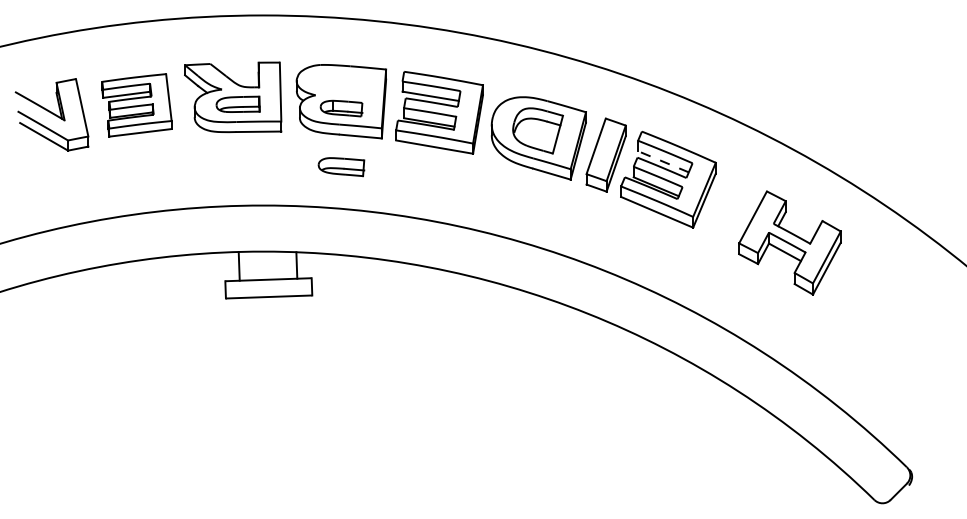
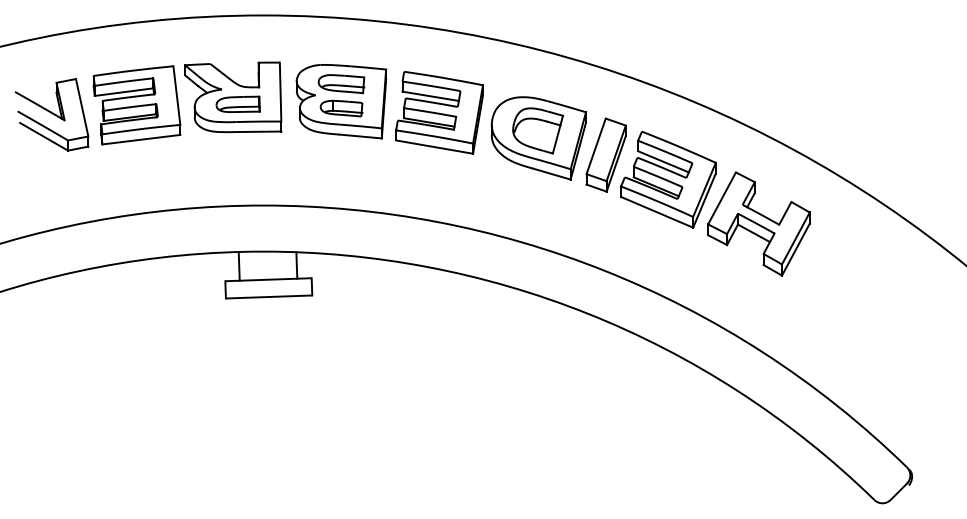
part at (136, 105) size: 72x65 px -> 90x81 px
line at (663, 161): dashed -> solid
part at (341, 167) position: (341, 167) -> (341, 84)
part at (789, 242) position: (789, 242) -> (758, 223)
